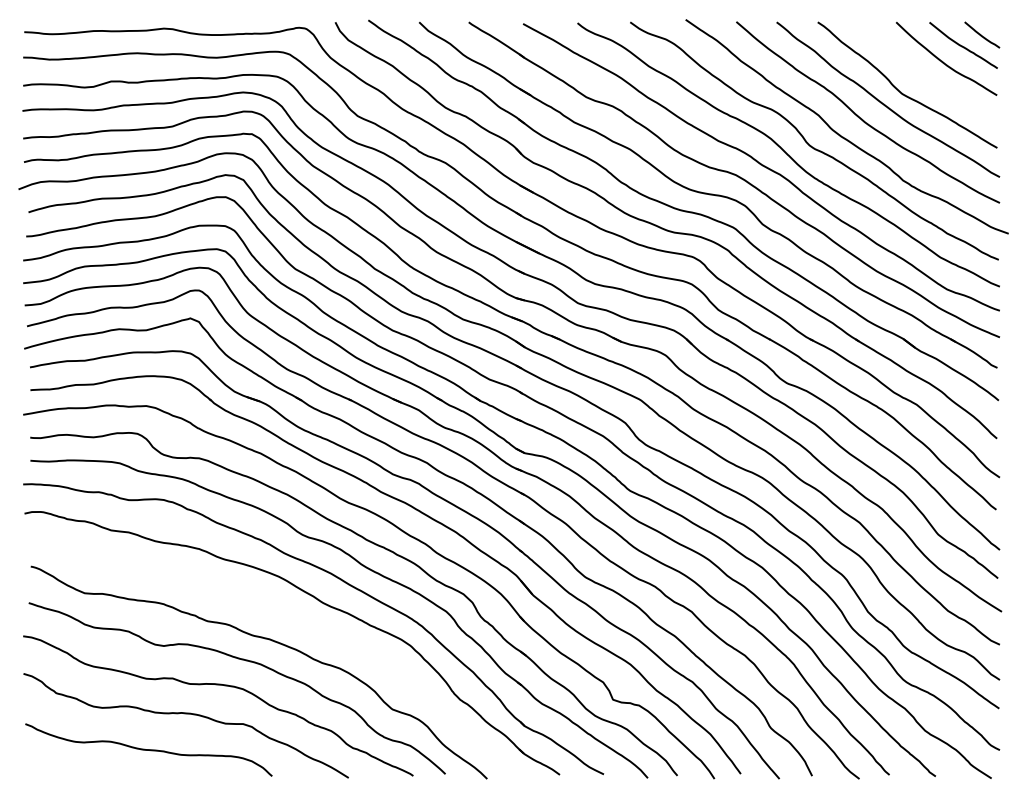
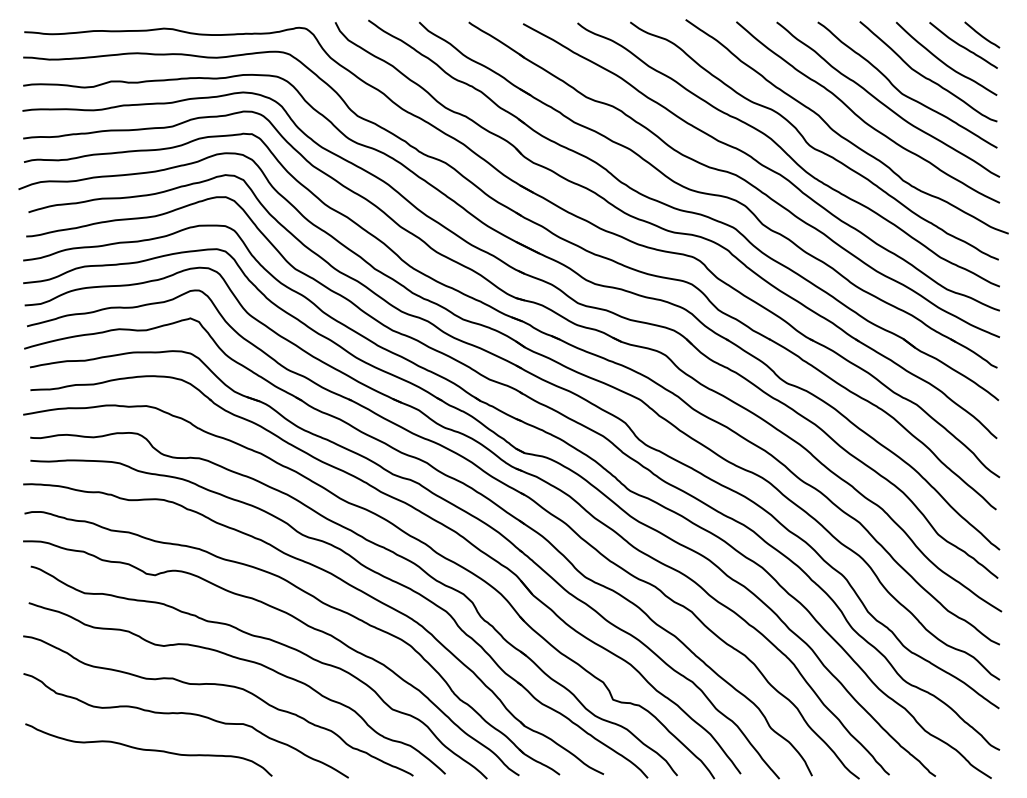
curve at (925, 76): none -> present
curve at (295, 619): none -> present
